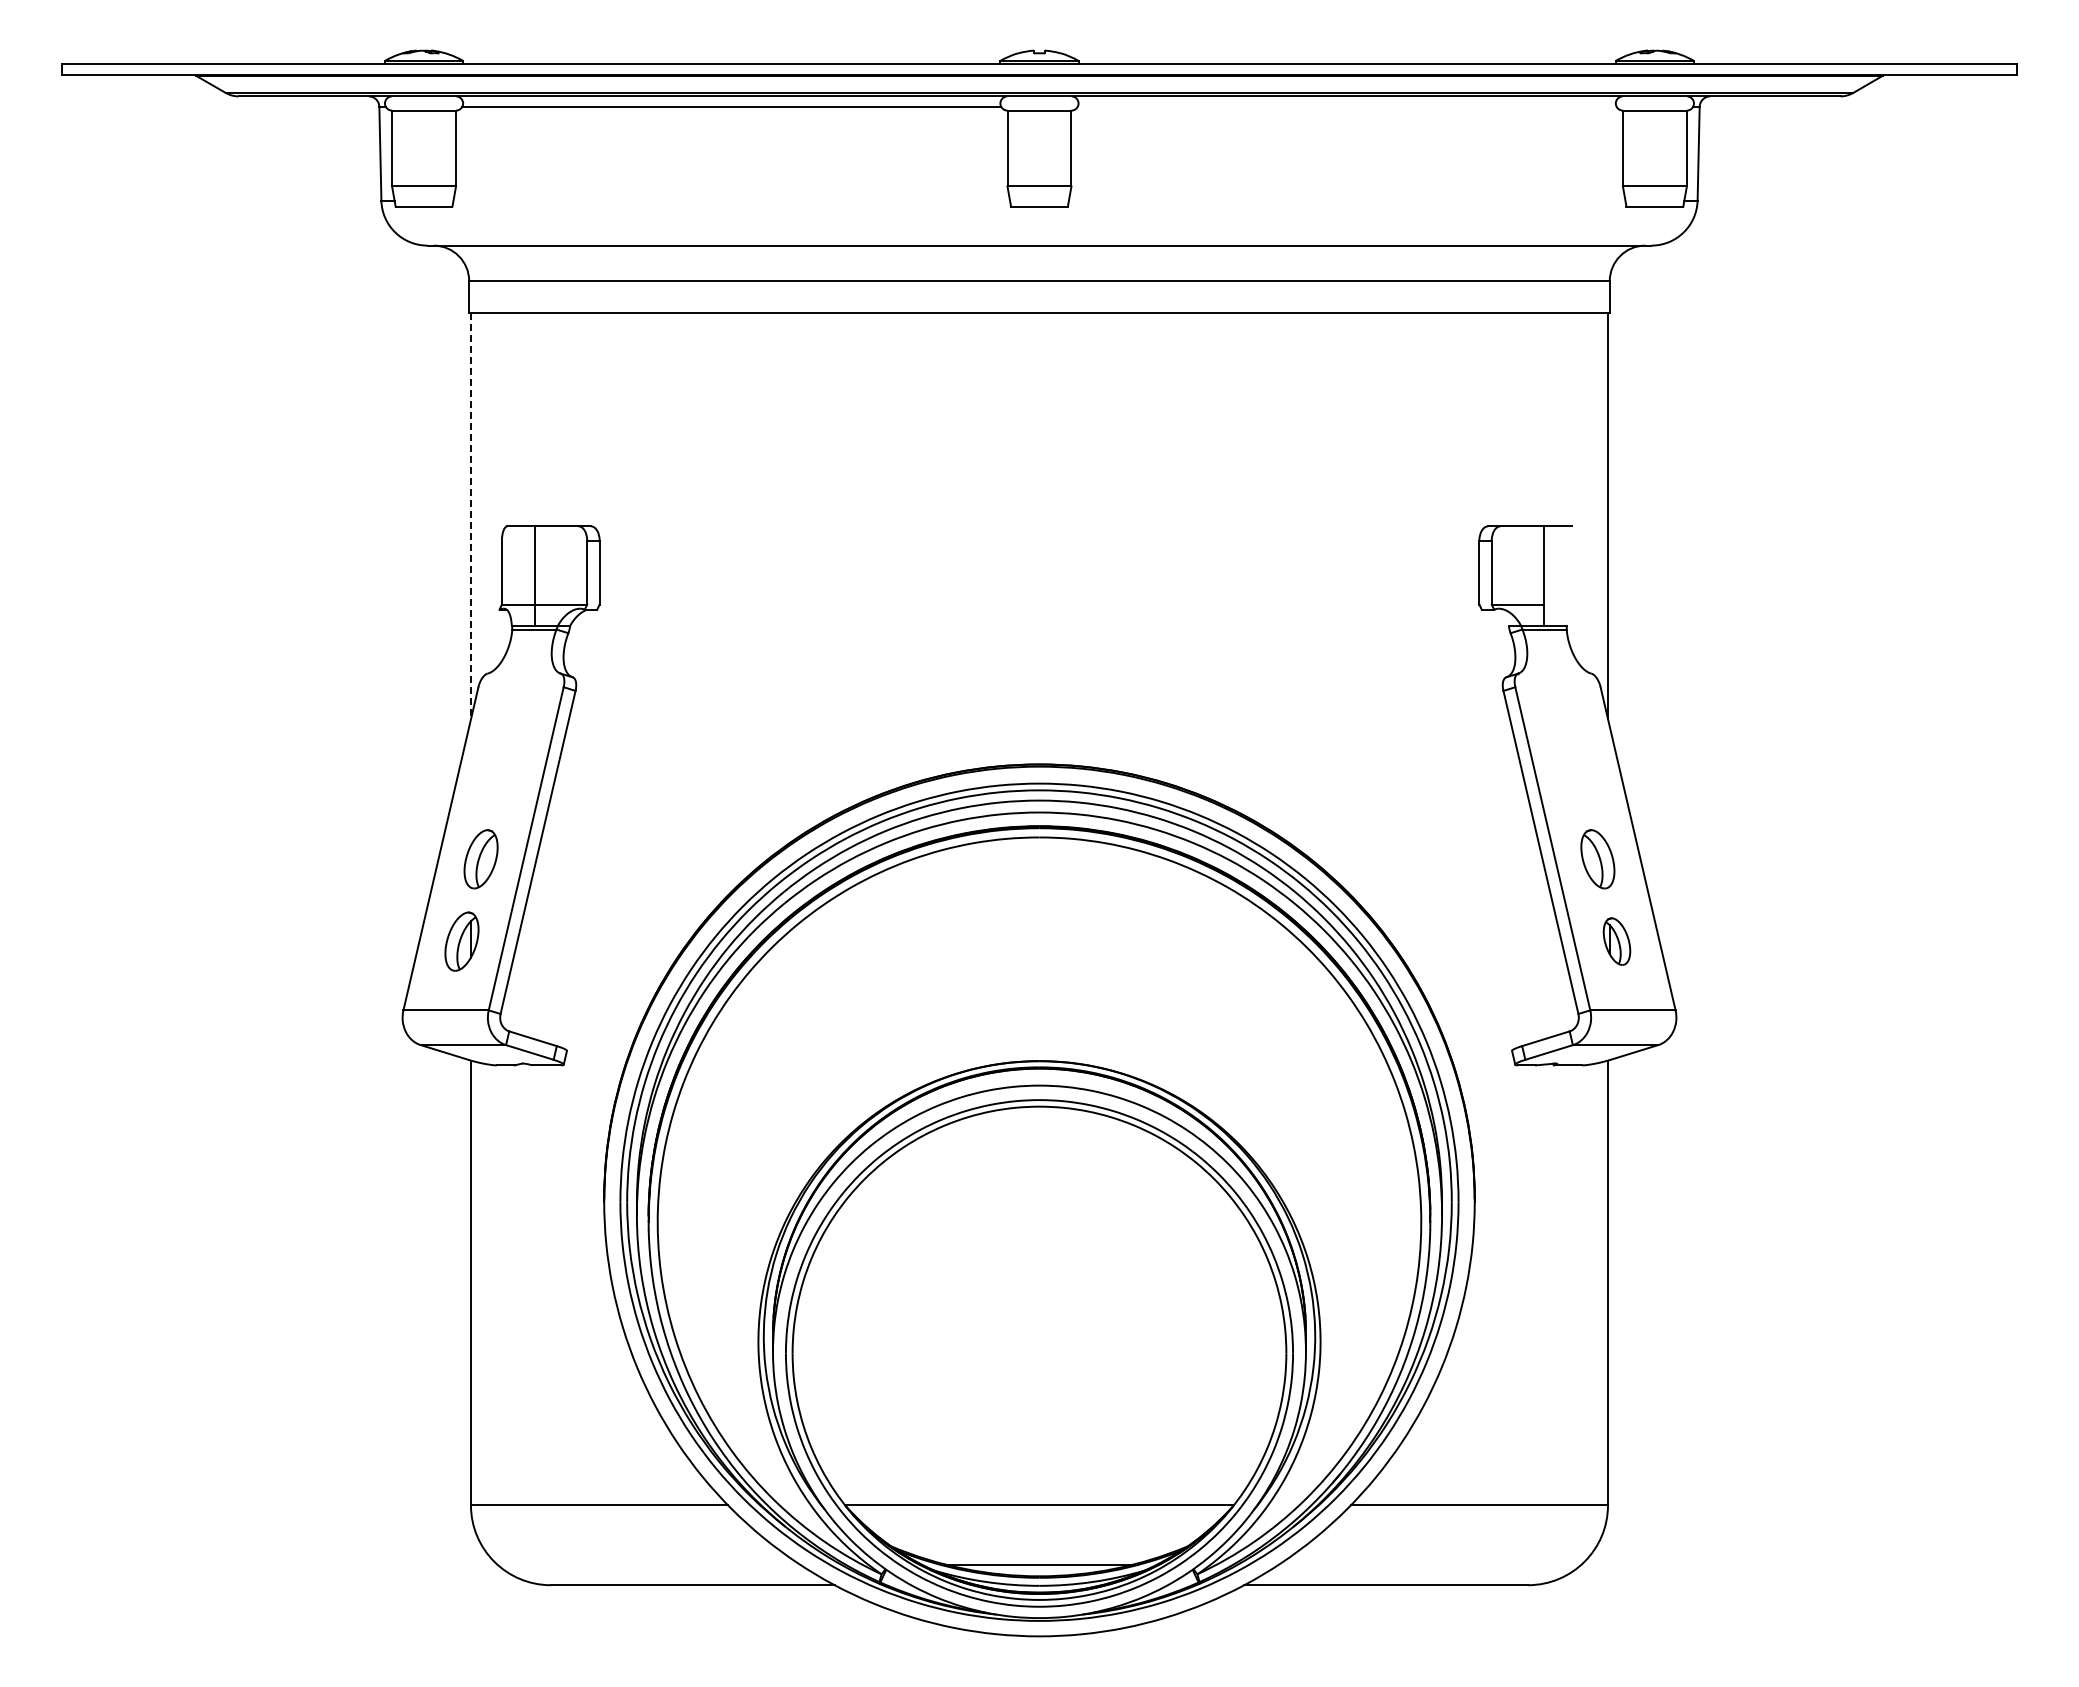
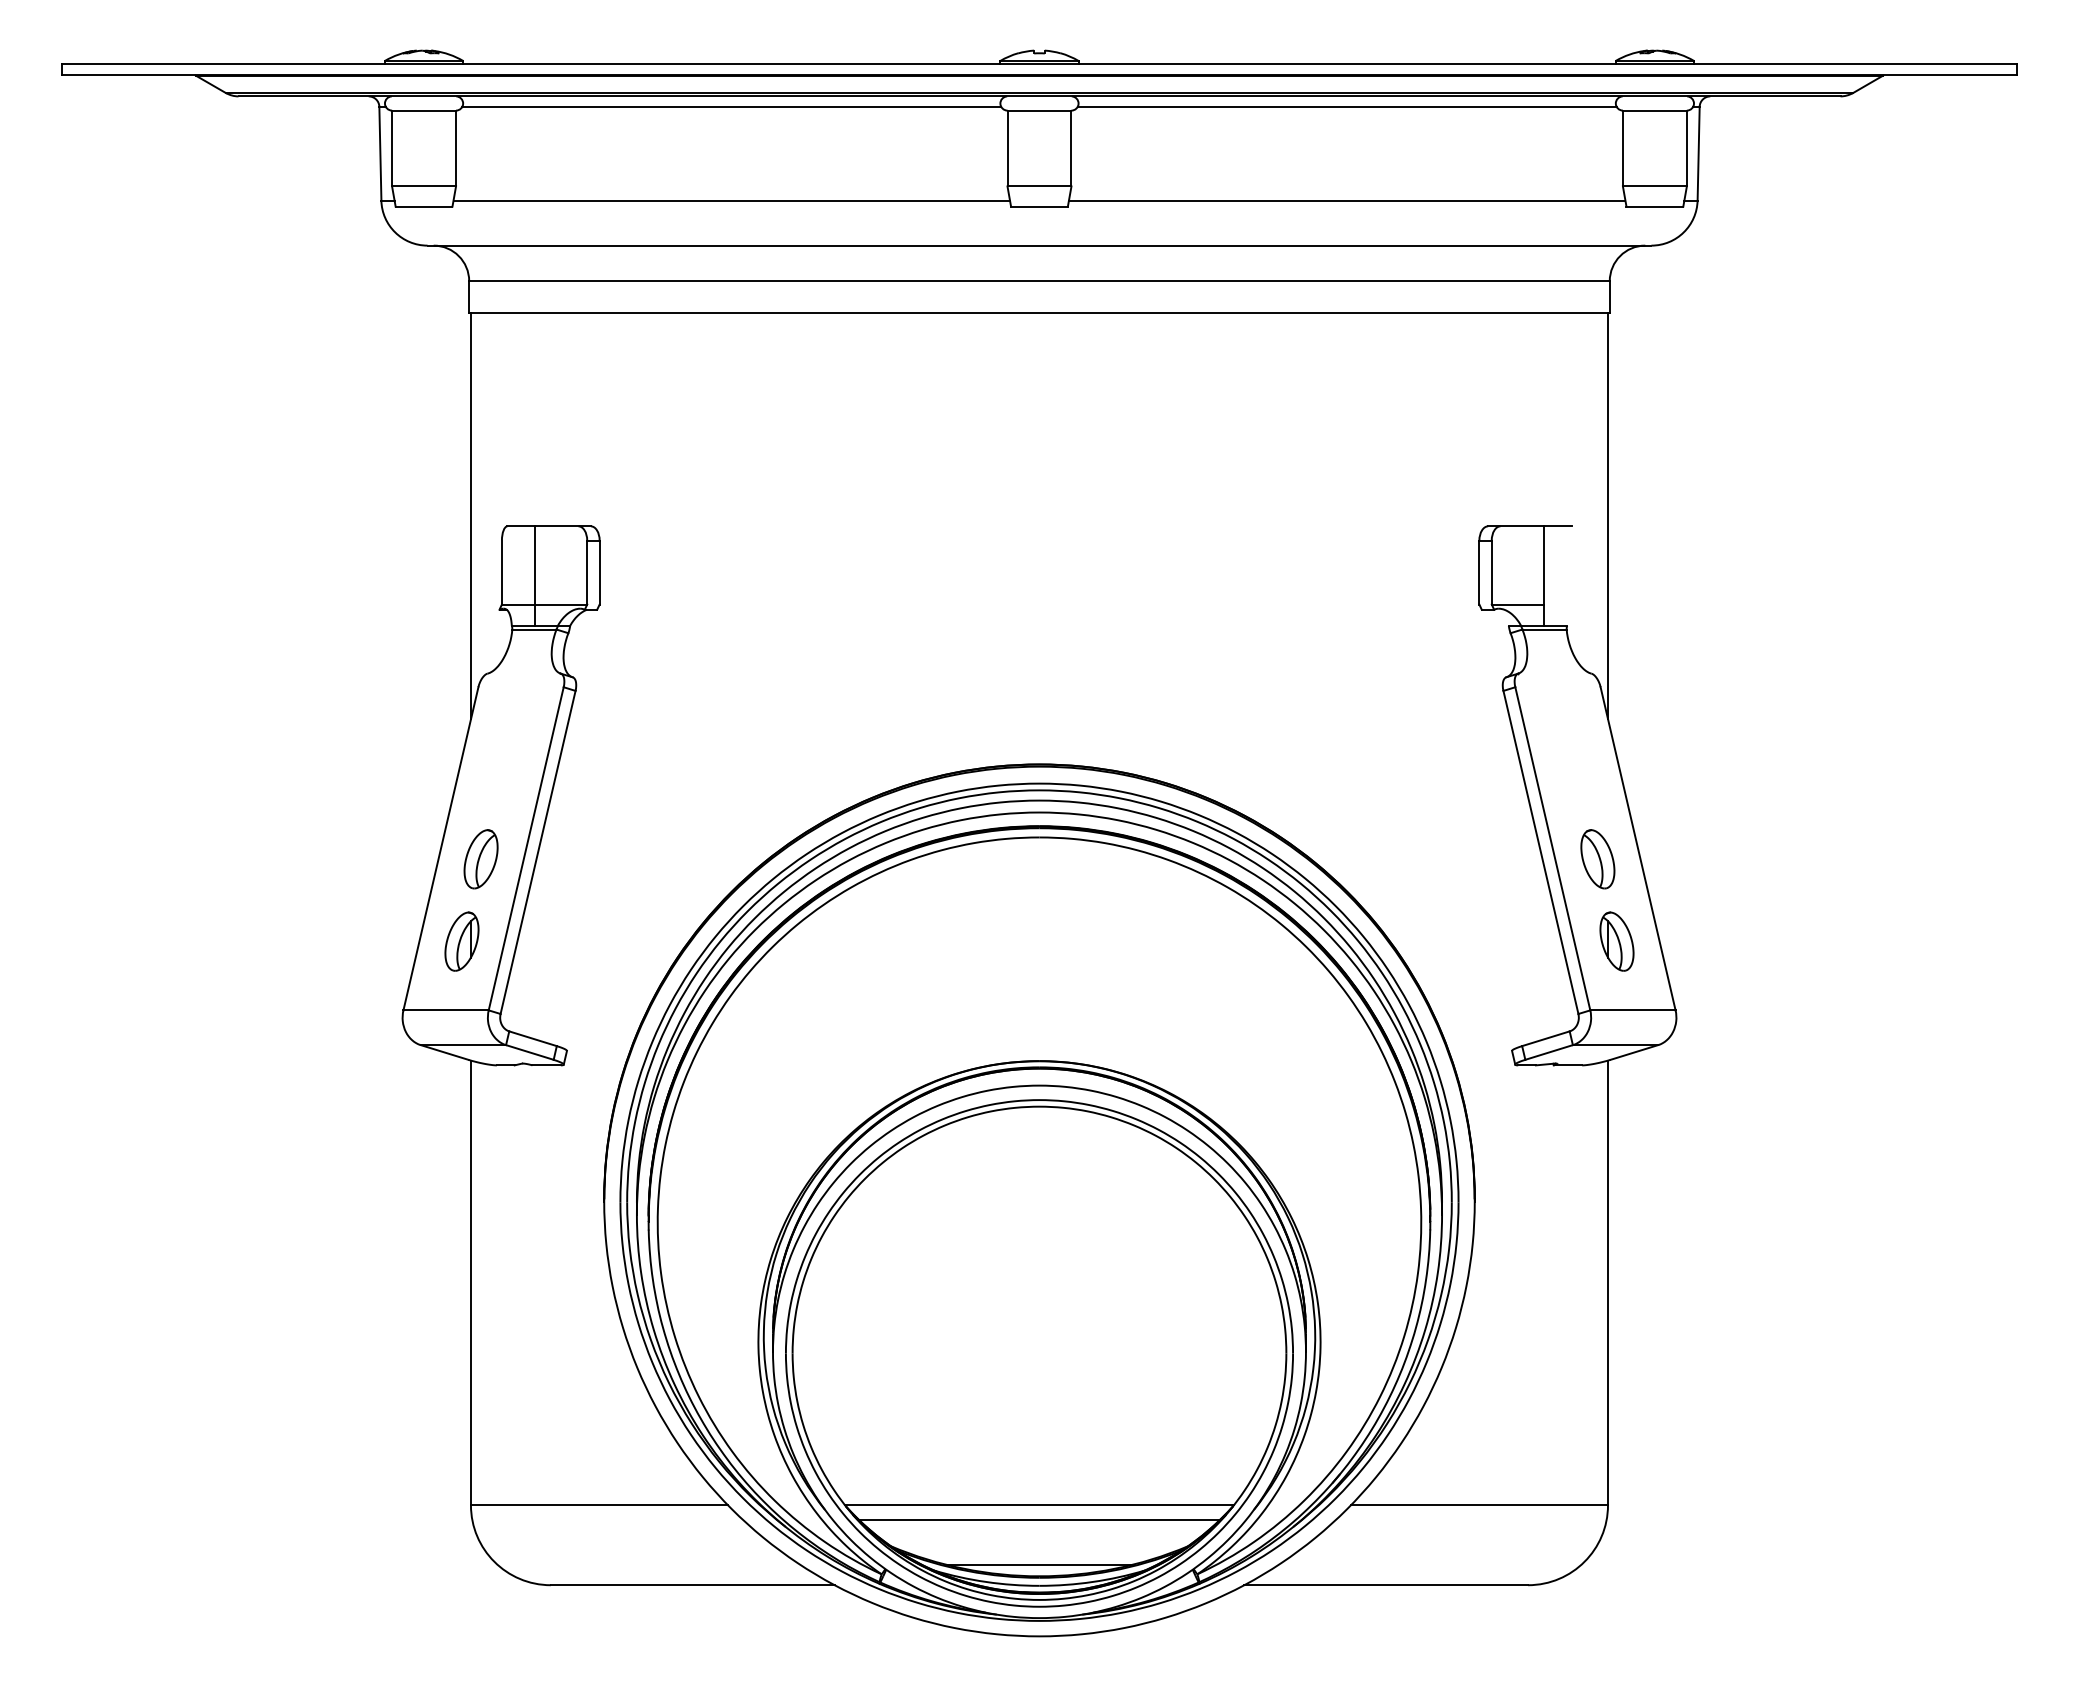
line at (1346, 106): none -> present
line at (731, 200): none -> present
line at (1346, 200): none -> present
line at (470, 516): dashed -> solid
part at (1616, 941) size: 30x49 px -> 36x61 px
line at (1039, 1520): none -> present
